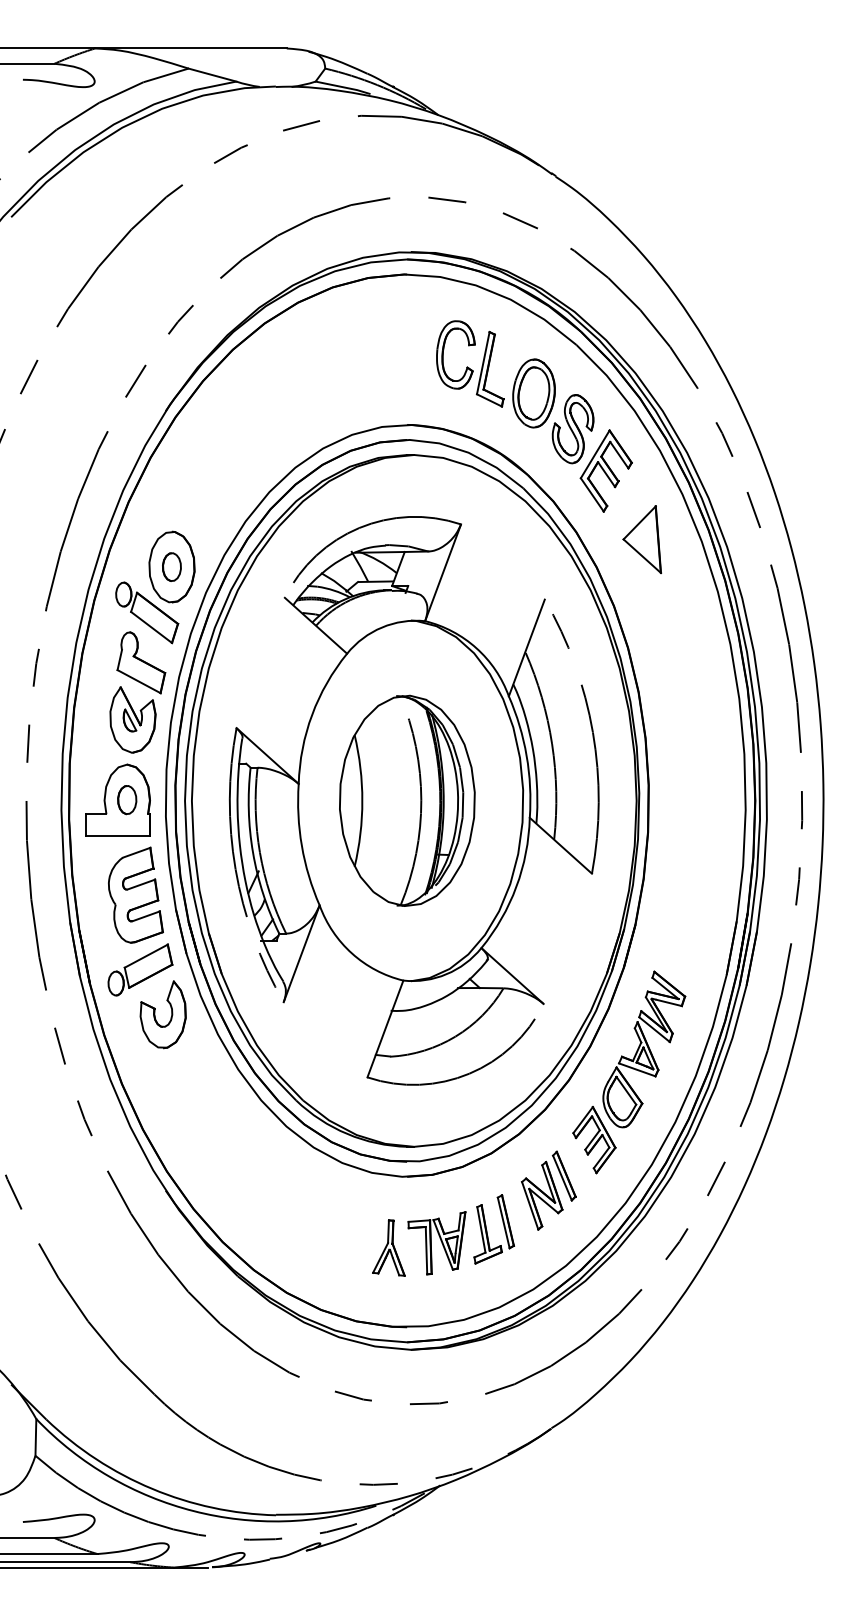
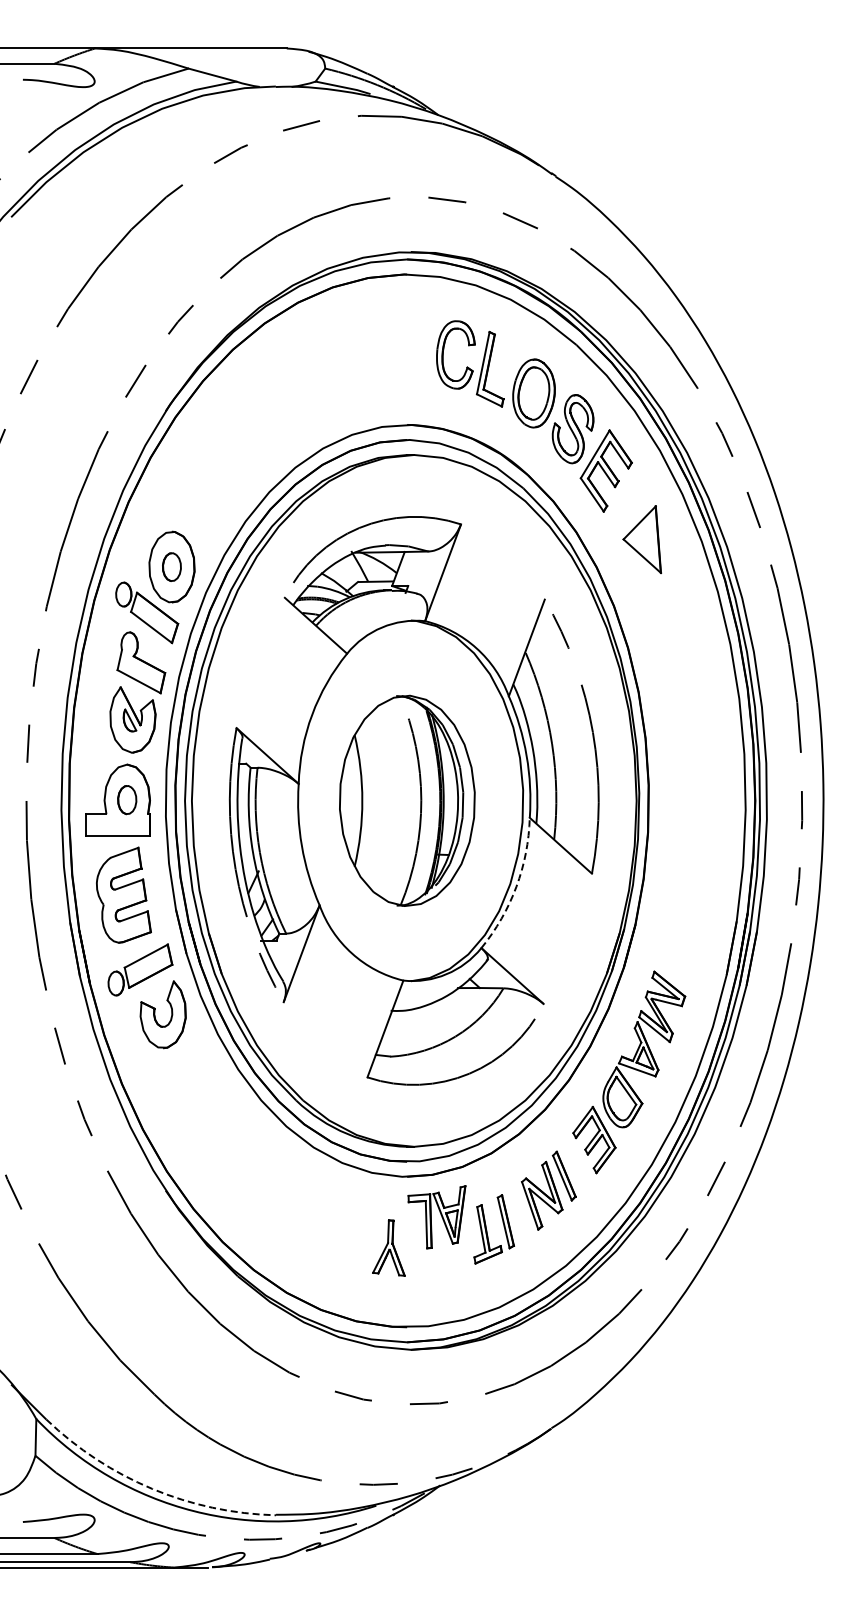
arc at (516, 886): solid -> dashed
part at (135, 894) position: (135, 894) -> (123, 894)
part at (436, 1243) position: (436, 1243) -> (436, 1217)
arc at (152, 1488): solid -> dashed
